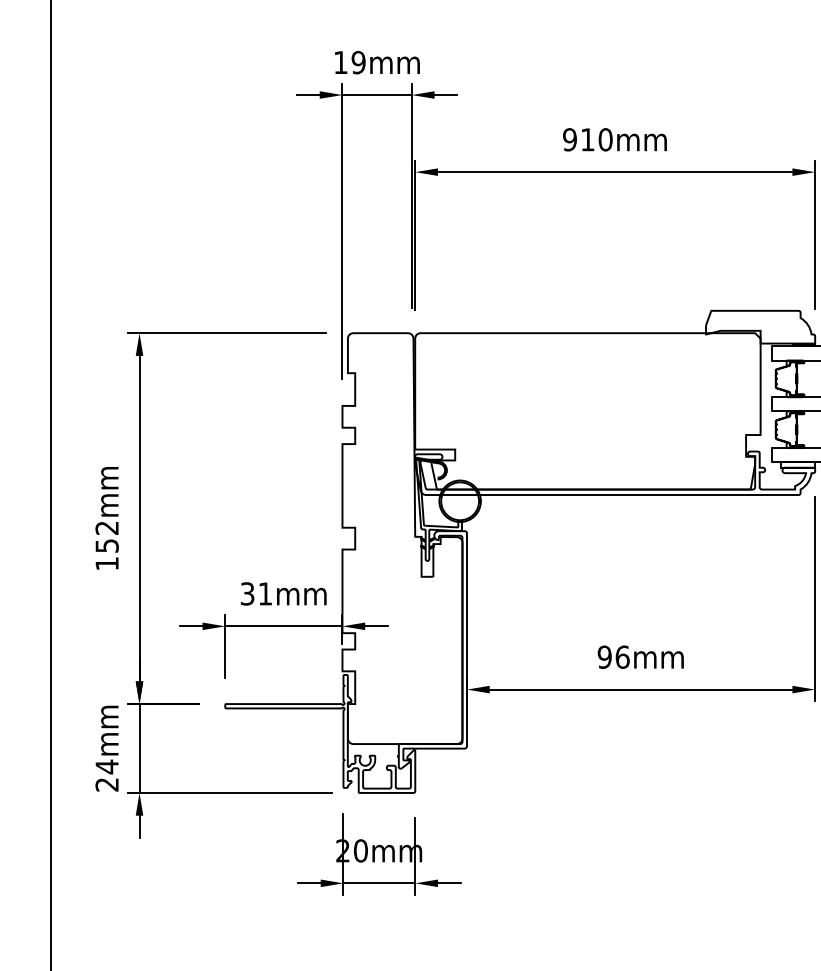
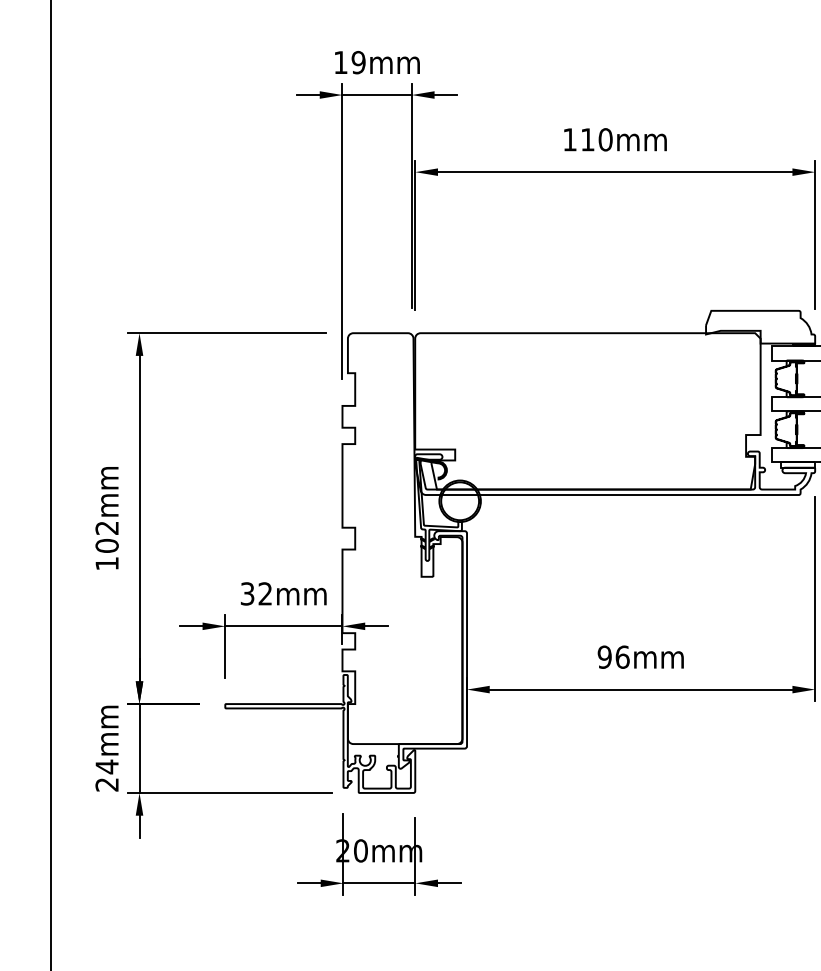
text at (569, 139): 910mm -> 110mm
text at (106, 545): 152mm -> 102mm
text at (264, 593): 31mm -> 32mm
